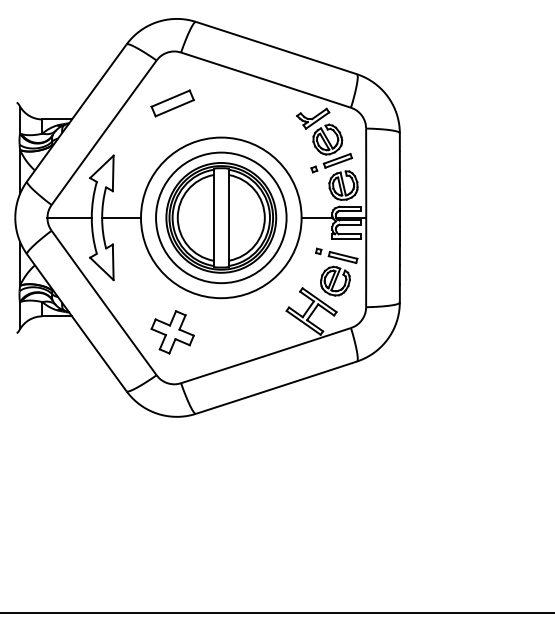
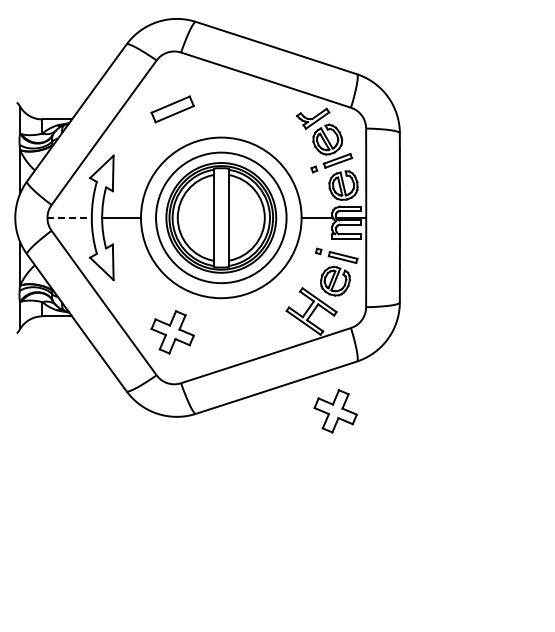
part at (172, 103) position: (172, 103) -> (172, 109)
line at (70, 217): solid -> dashed
part at (335, 411): none -> present
line at (276, 613): present -> none
